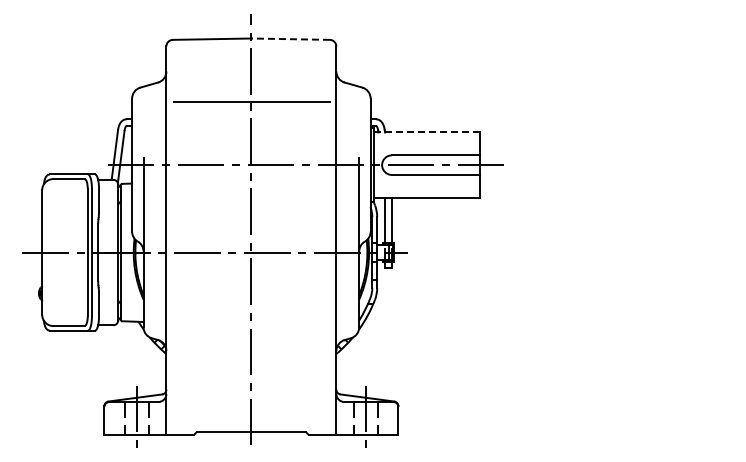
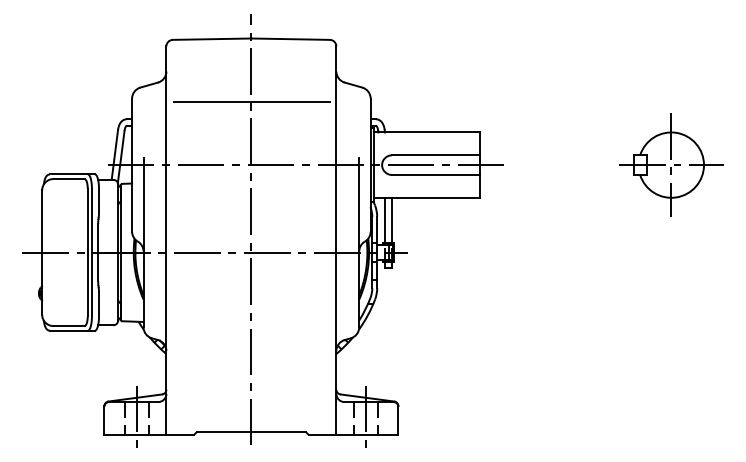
line at (290, 39): dashed -> solid
line at (427, 132): dashed -> solid
part at (671, 164): none -> present
